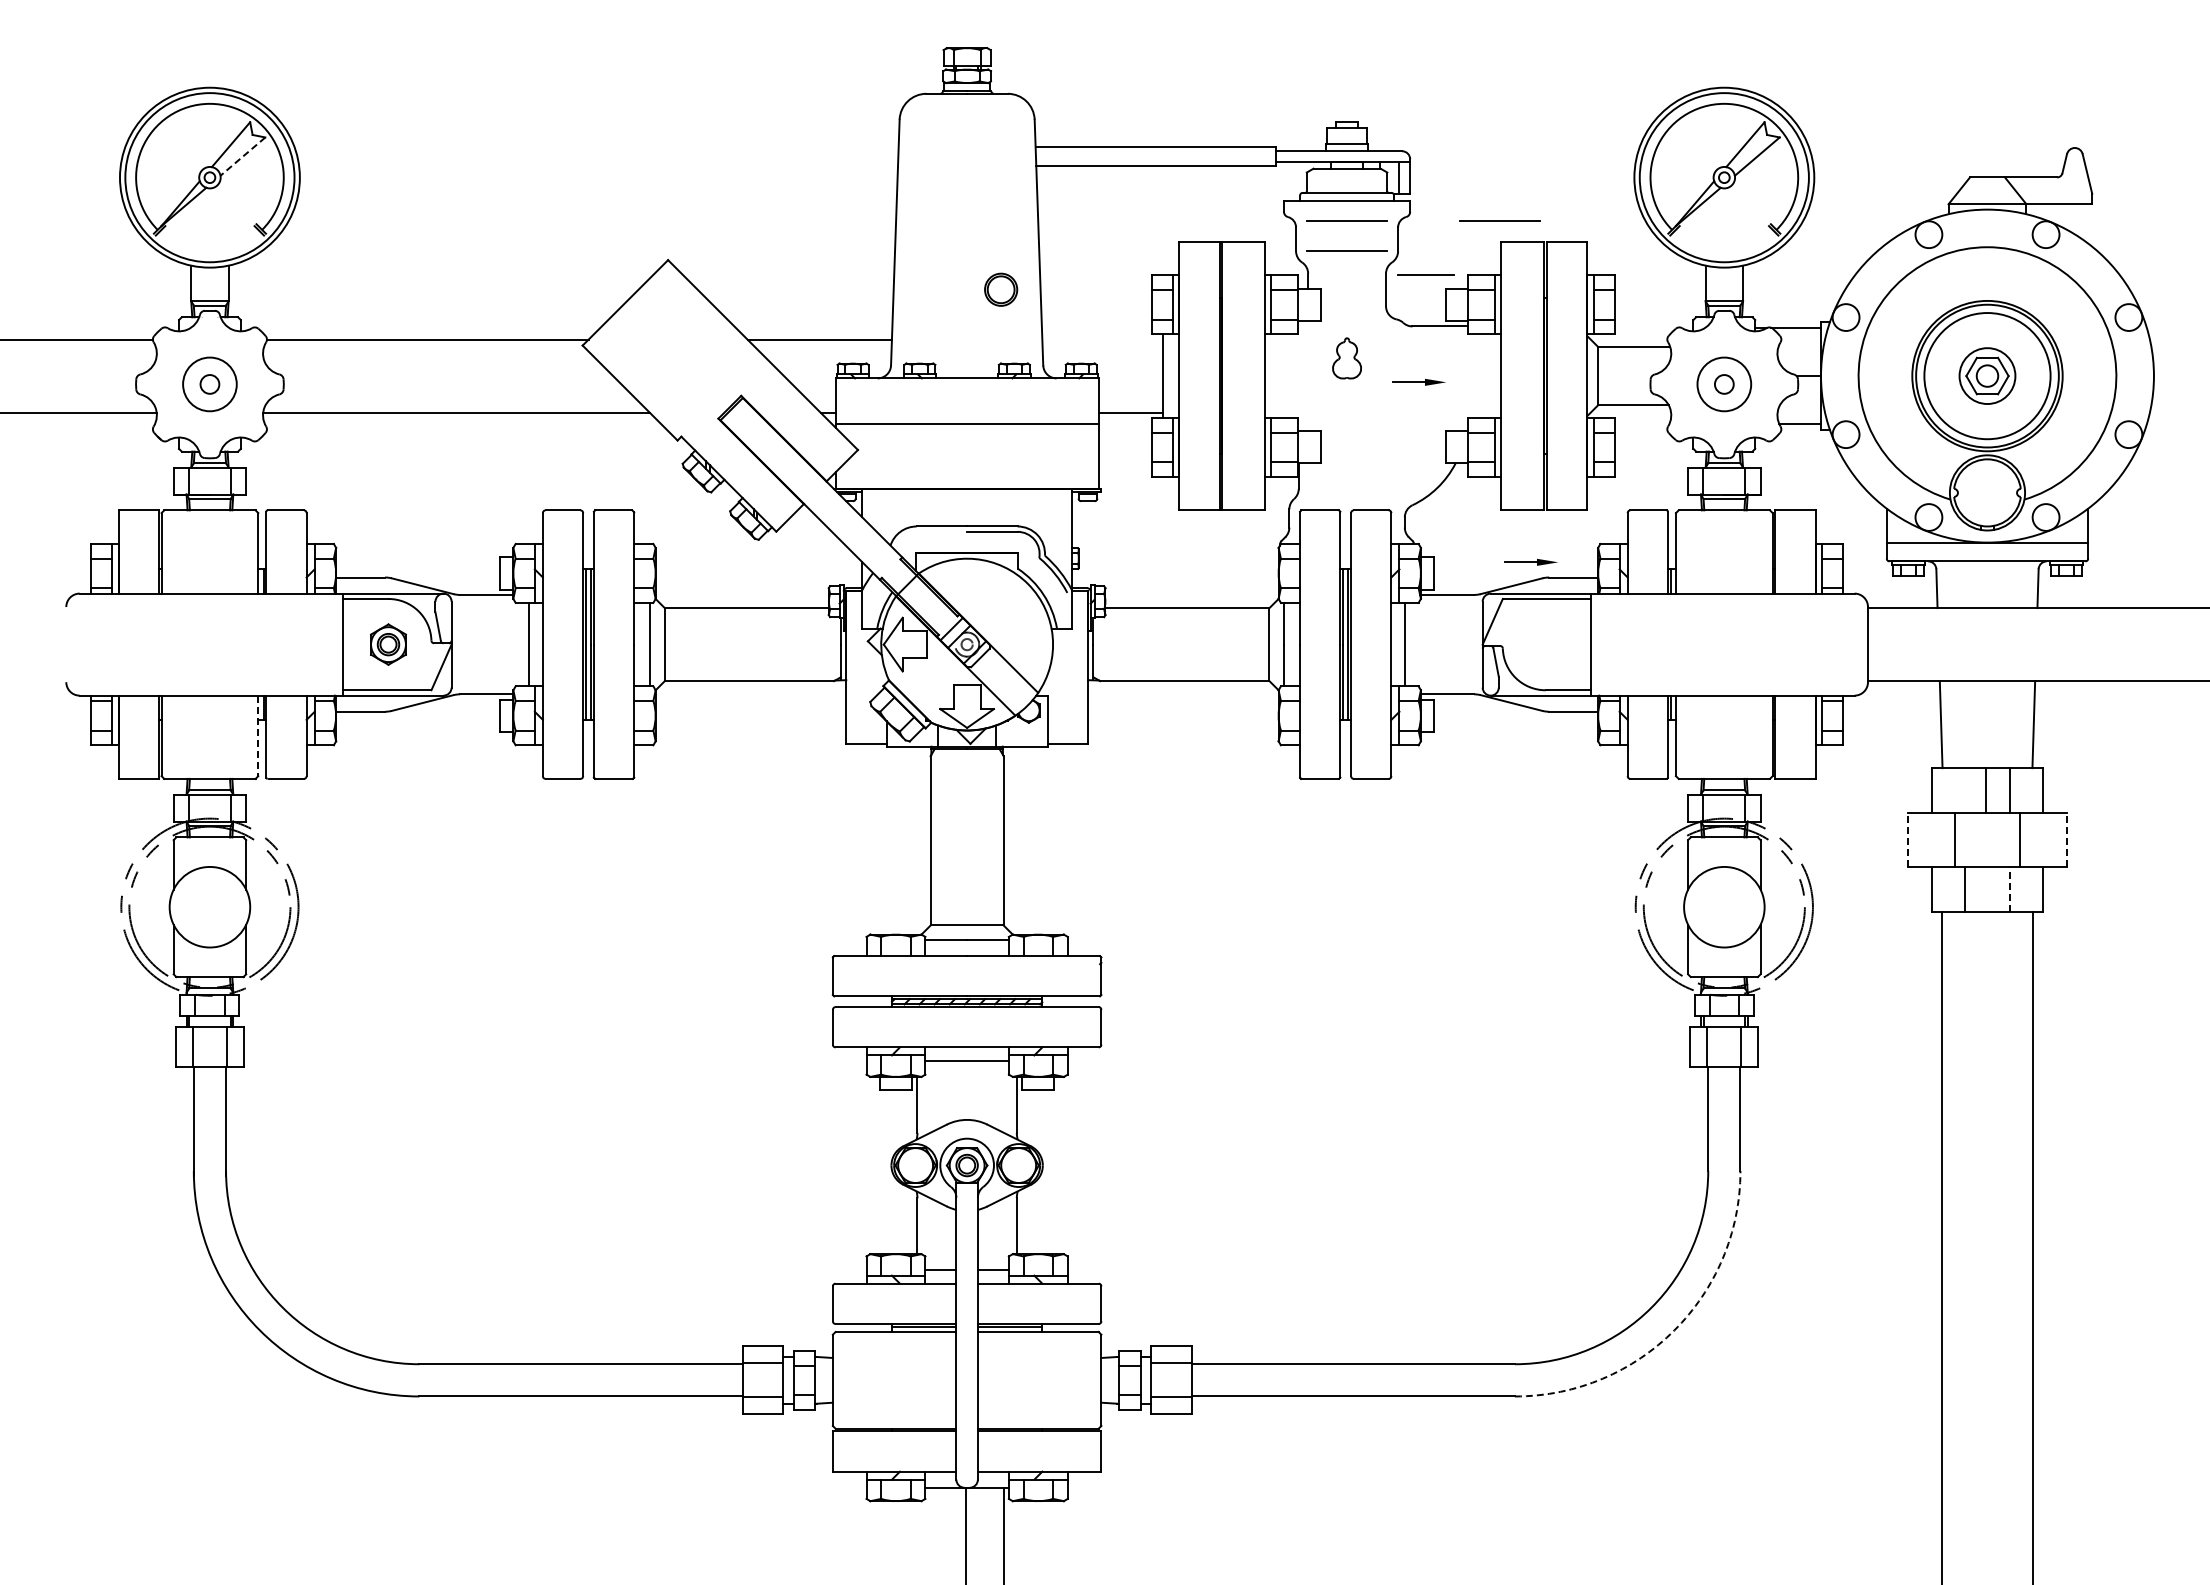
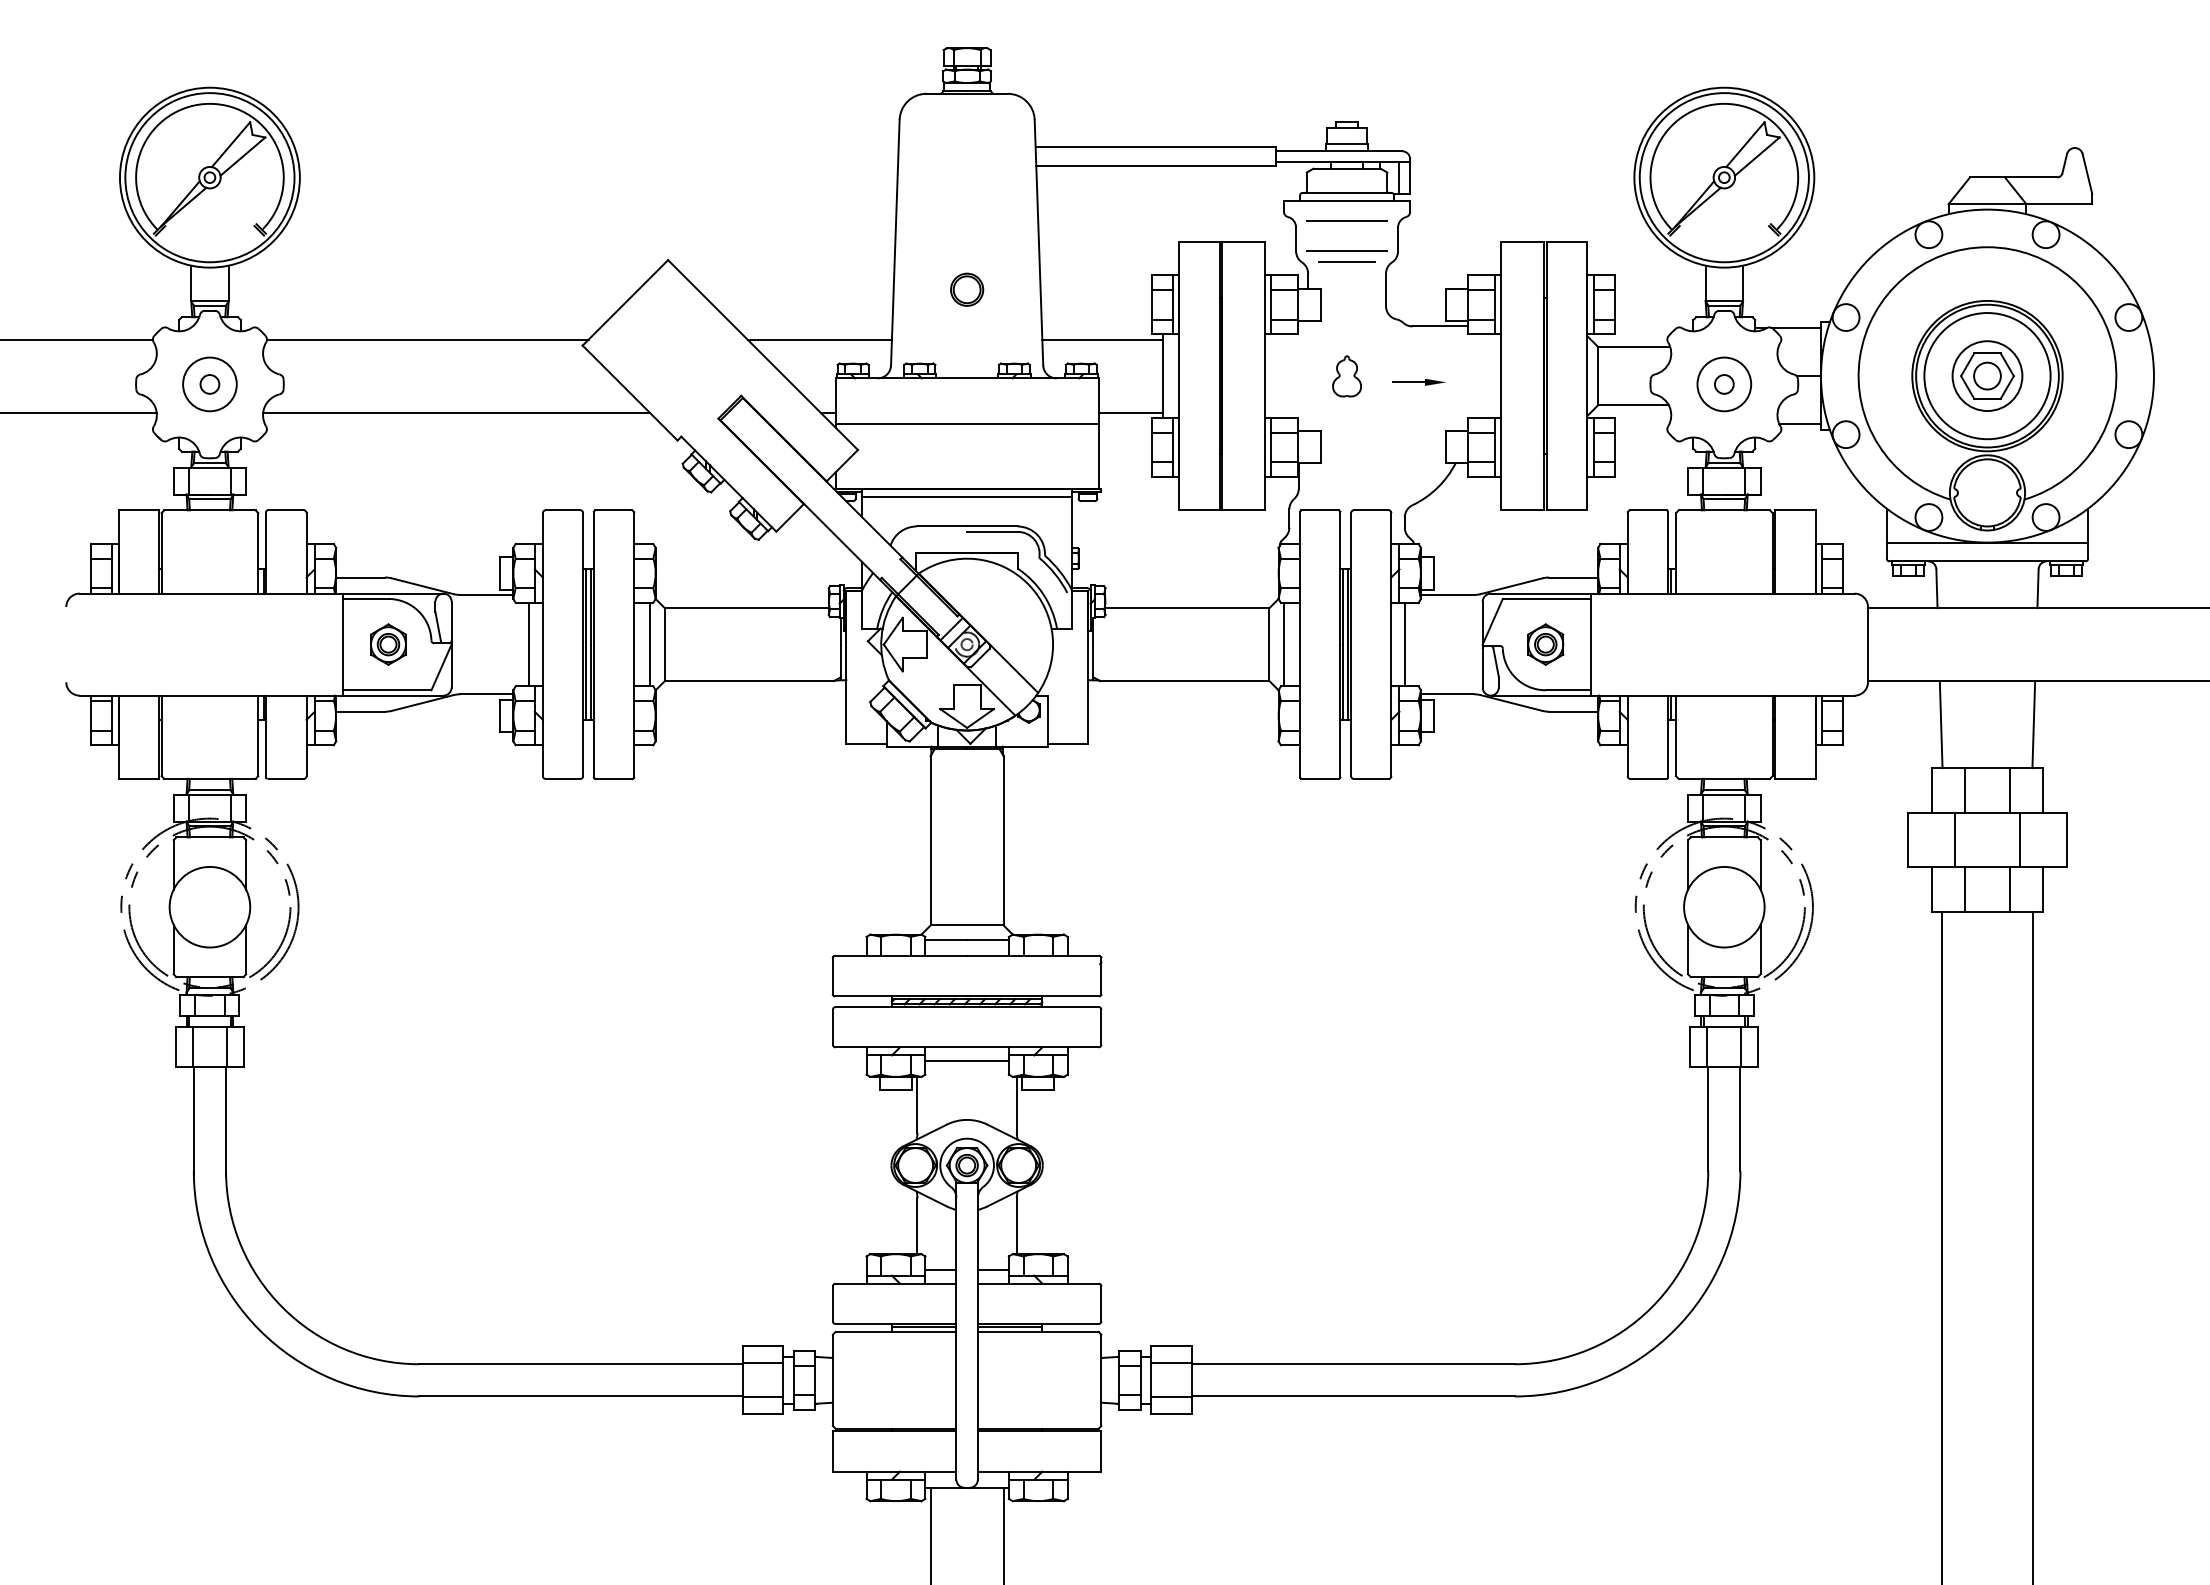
line at (242, 156): dashed -> solid
line at (1499, 220): present -> none
line at (1425, 274) position: (1425, 274) -> (1346, 261)
part at (1001, 289) position: (1001, 289) -> (967, 289)
line at (1102, 339): none -> present
part at (1346, 358) position: (1346, 358) -> (1346, 376)
part at (1987, 375) size: 59x58 px -> 73x72 px
line at (967, 496): none -> present
part at (1530, 561): present -> none
part at (1545, 644): none -> present
line at (258, 736): dashed -> solid
line at (1985, 790) position: (1985, 790) -> (1964, 790)
line at (1908, 839): dashed -> solid
line at (2066, 839): dashed -> solid
line at (2010, 888): dashed -> solid
arc at (1674, 1330): dashed -> solid
line at (965, 1534) position: (965, 1534) -> (930, 1534)
